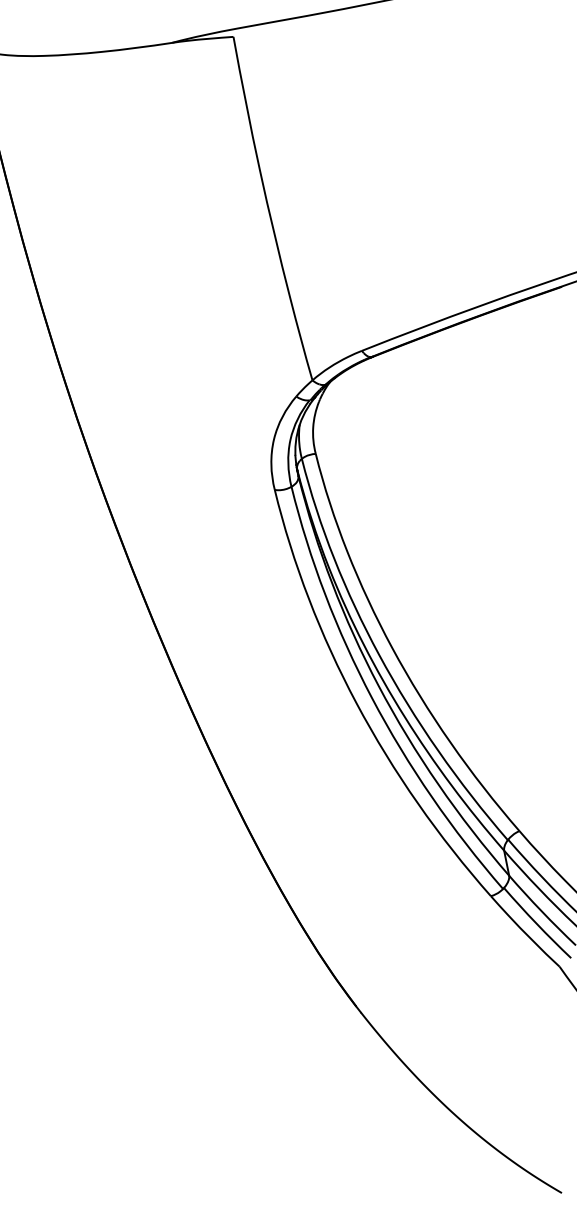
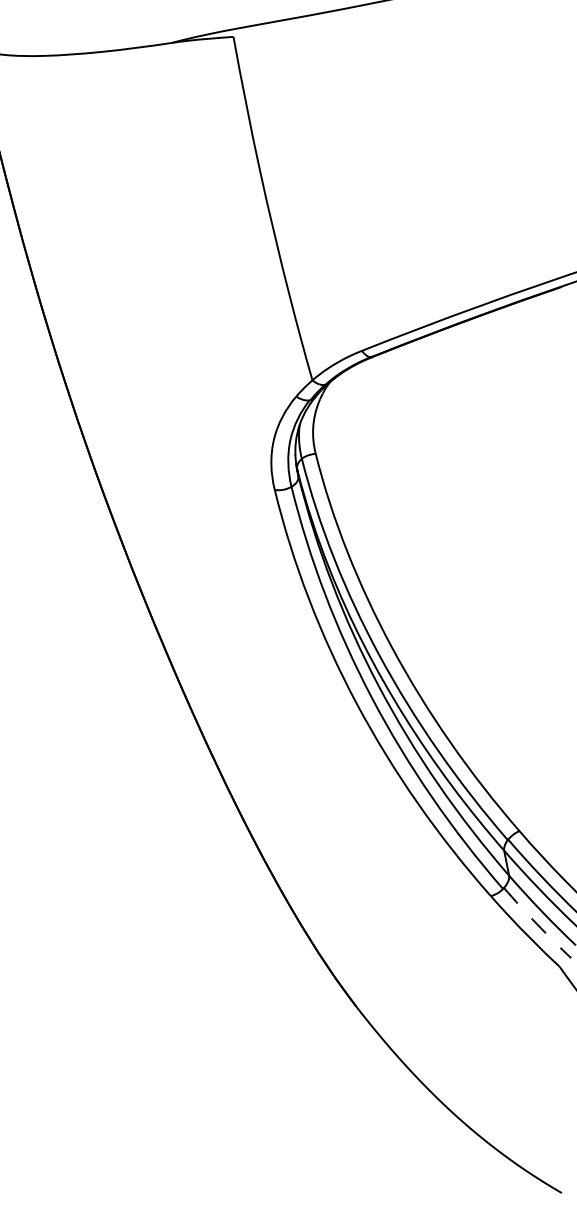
arc at (536, 923): solid -> dashed
